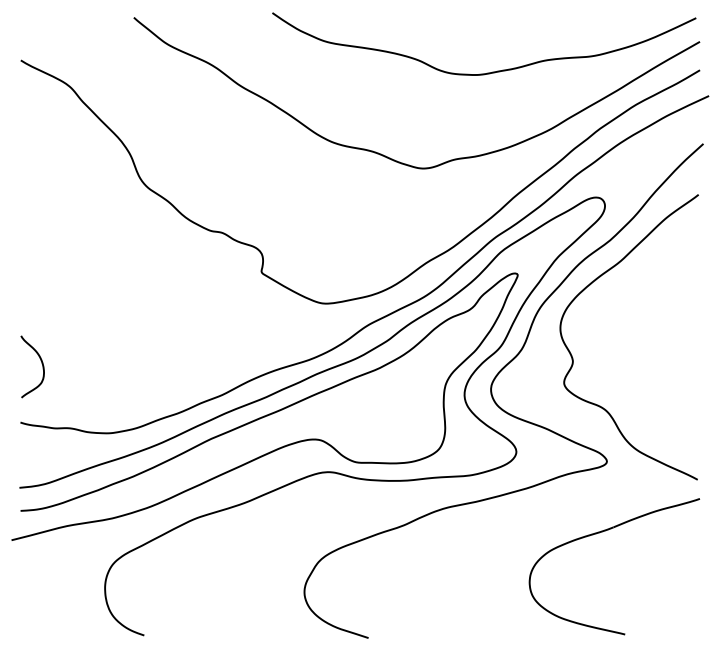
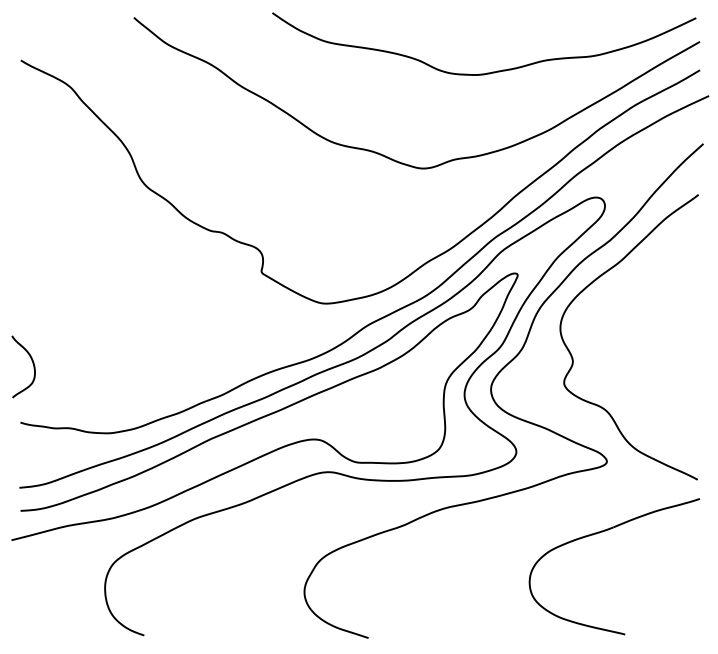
curve at (41, 363) position: (41, 363) -> (32, 363)
